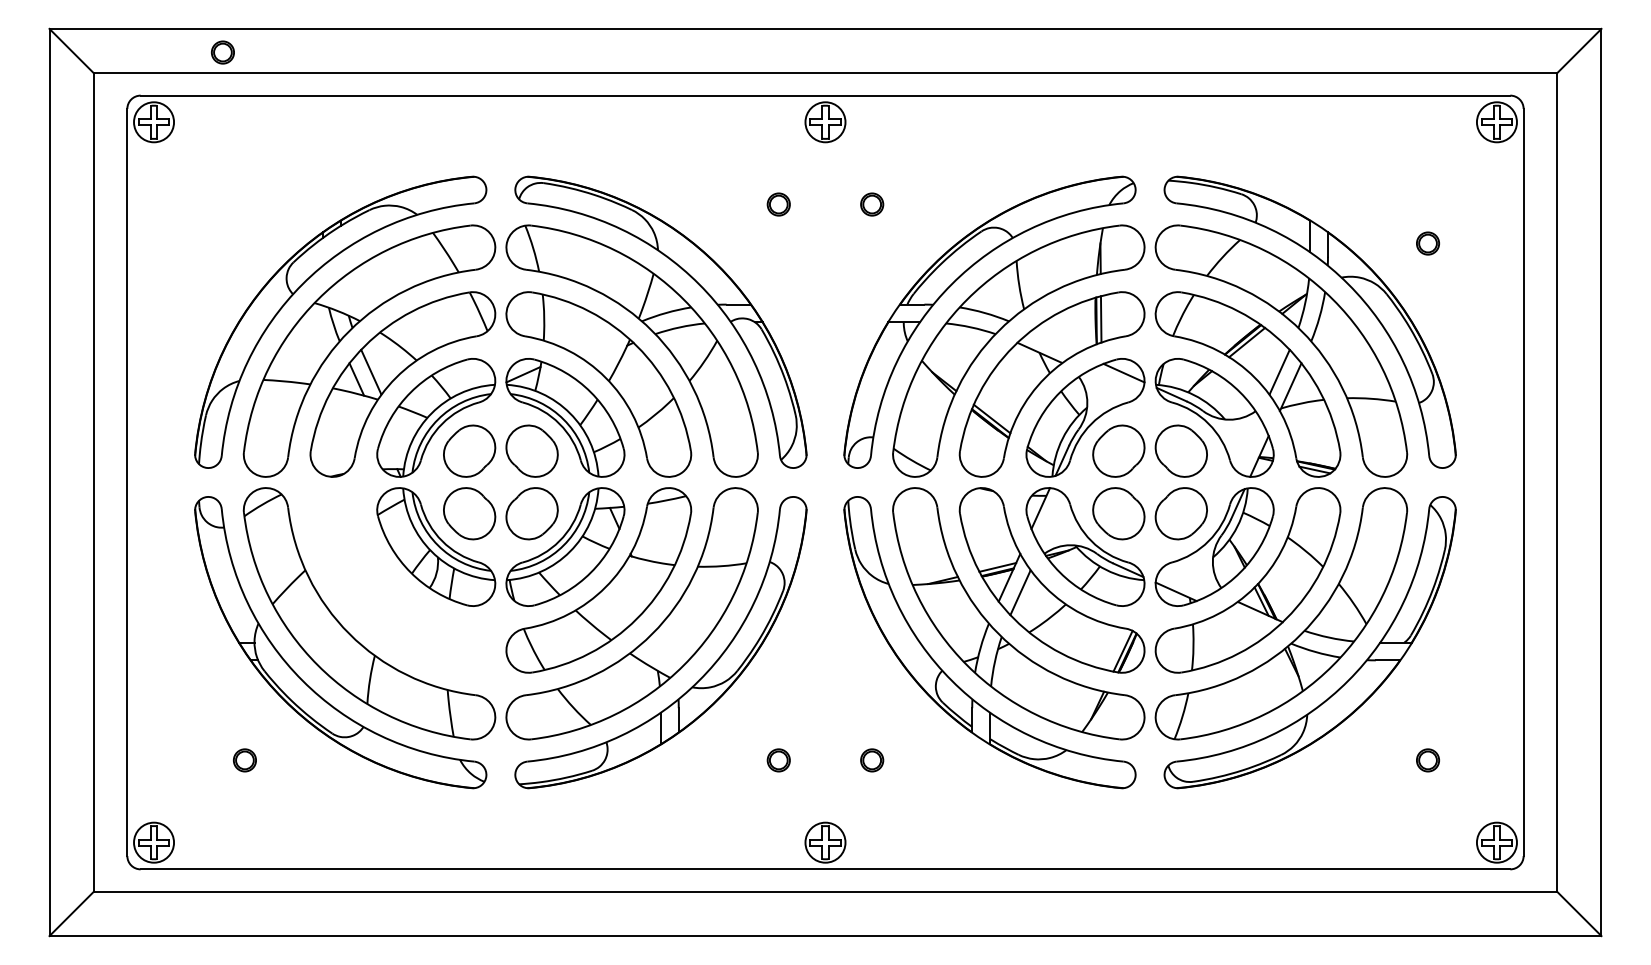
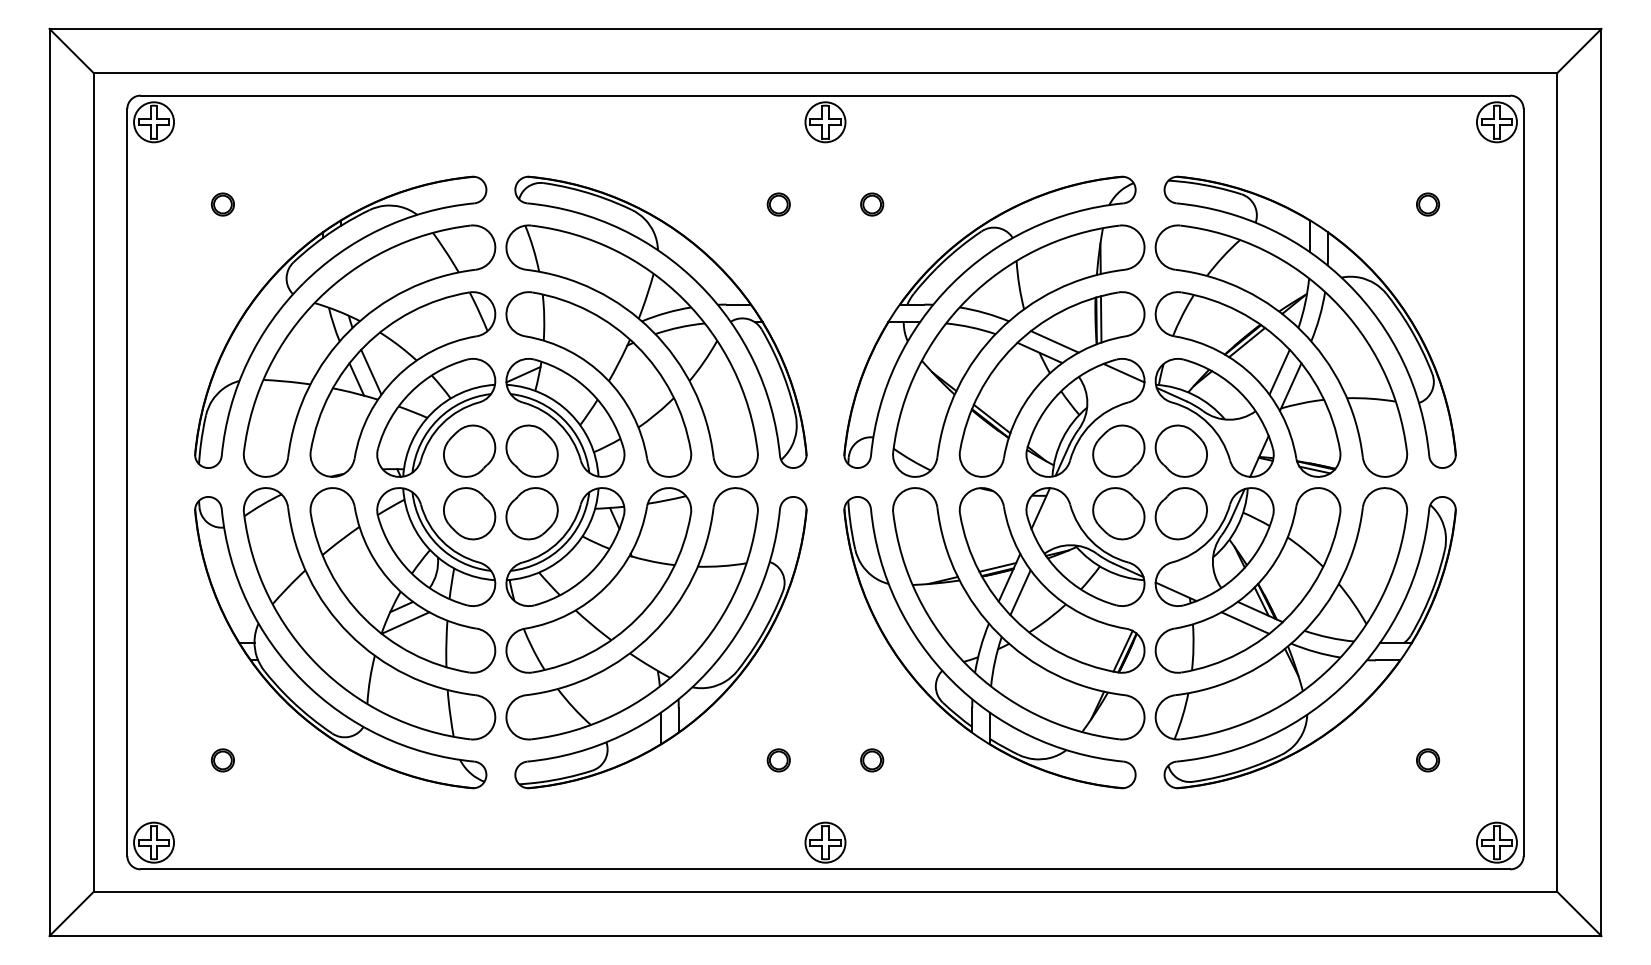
part at (222, 52) position: (222, 52) -> (222, 204)
part at (1427, 243) position: (1427, 243) -> (1427, 204)
line at (1054, 341): none -> present
part at (396, 586): none -> present
line at (1245, 622): none -> present
part at (244, 760) position: (244, 760) -> (222, 760)
